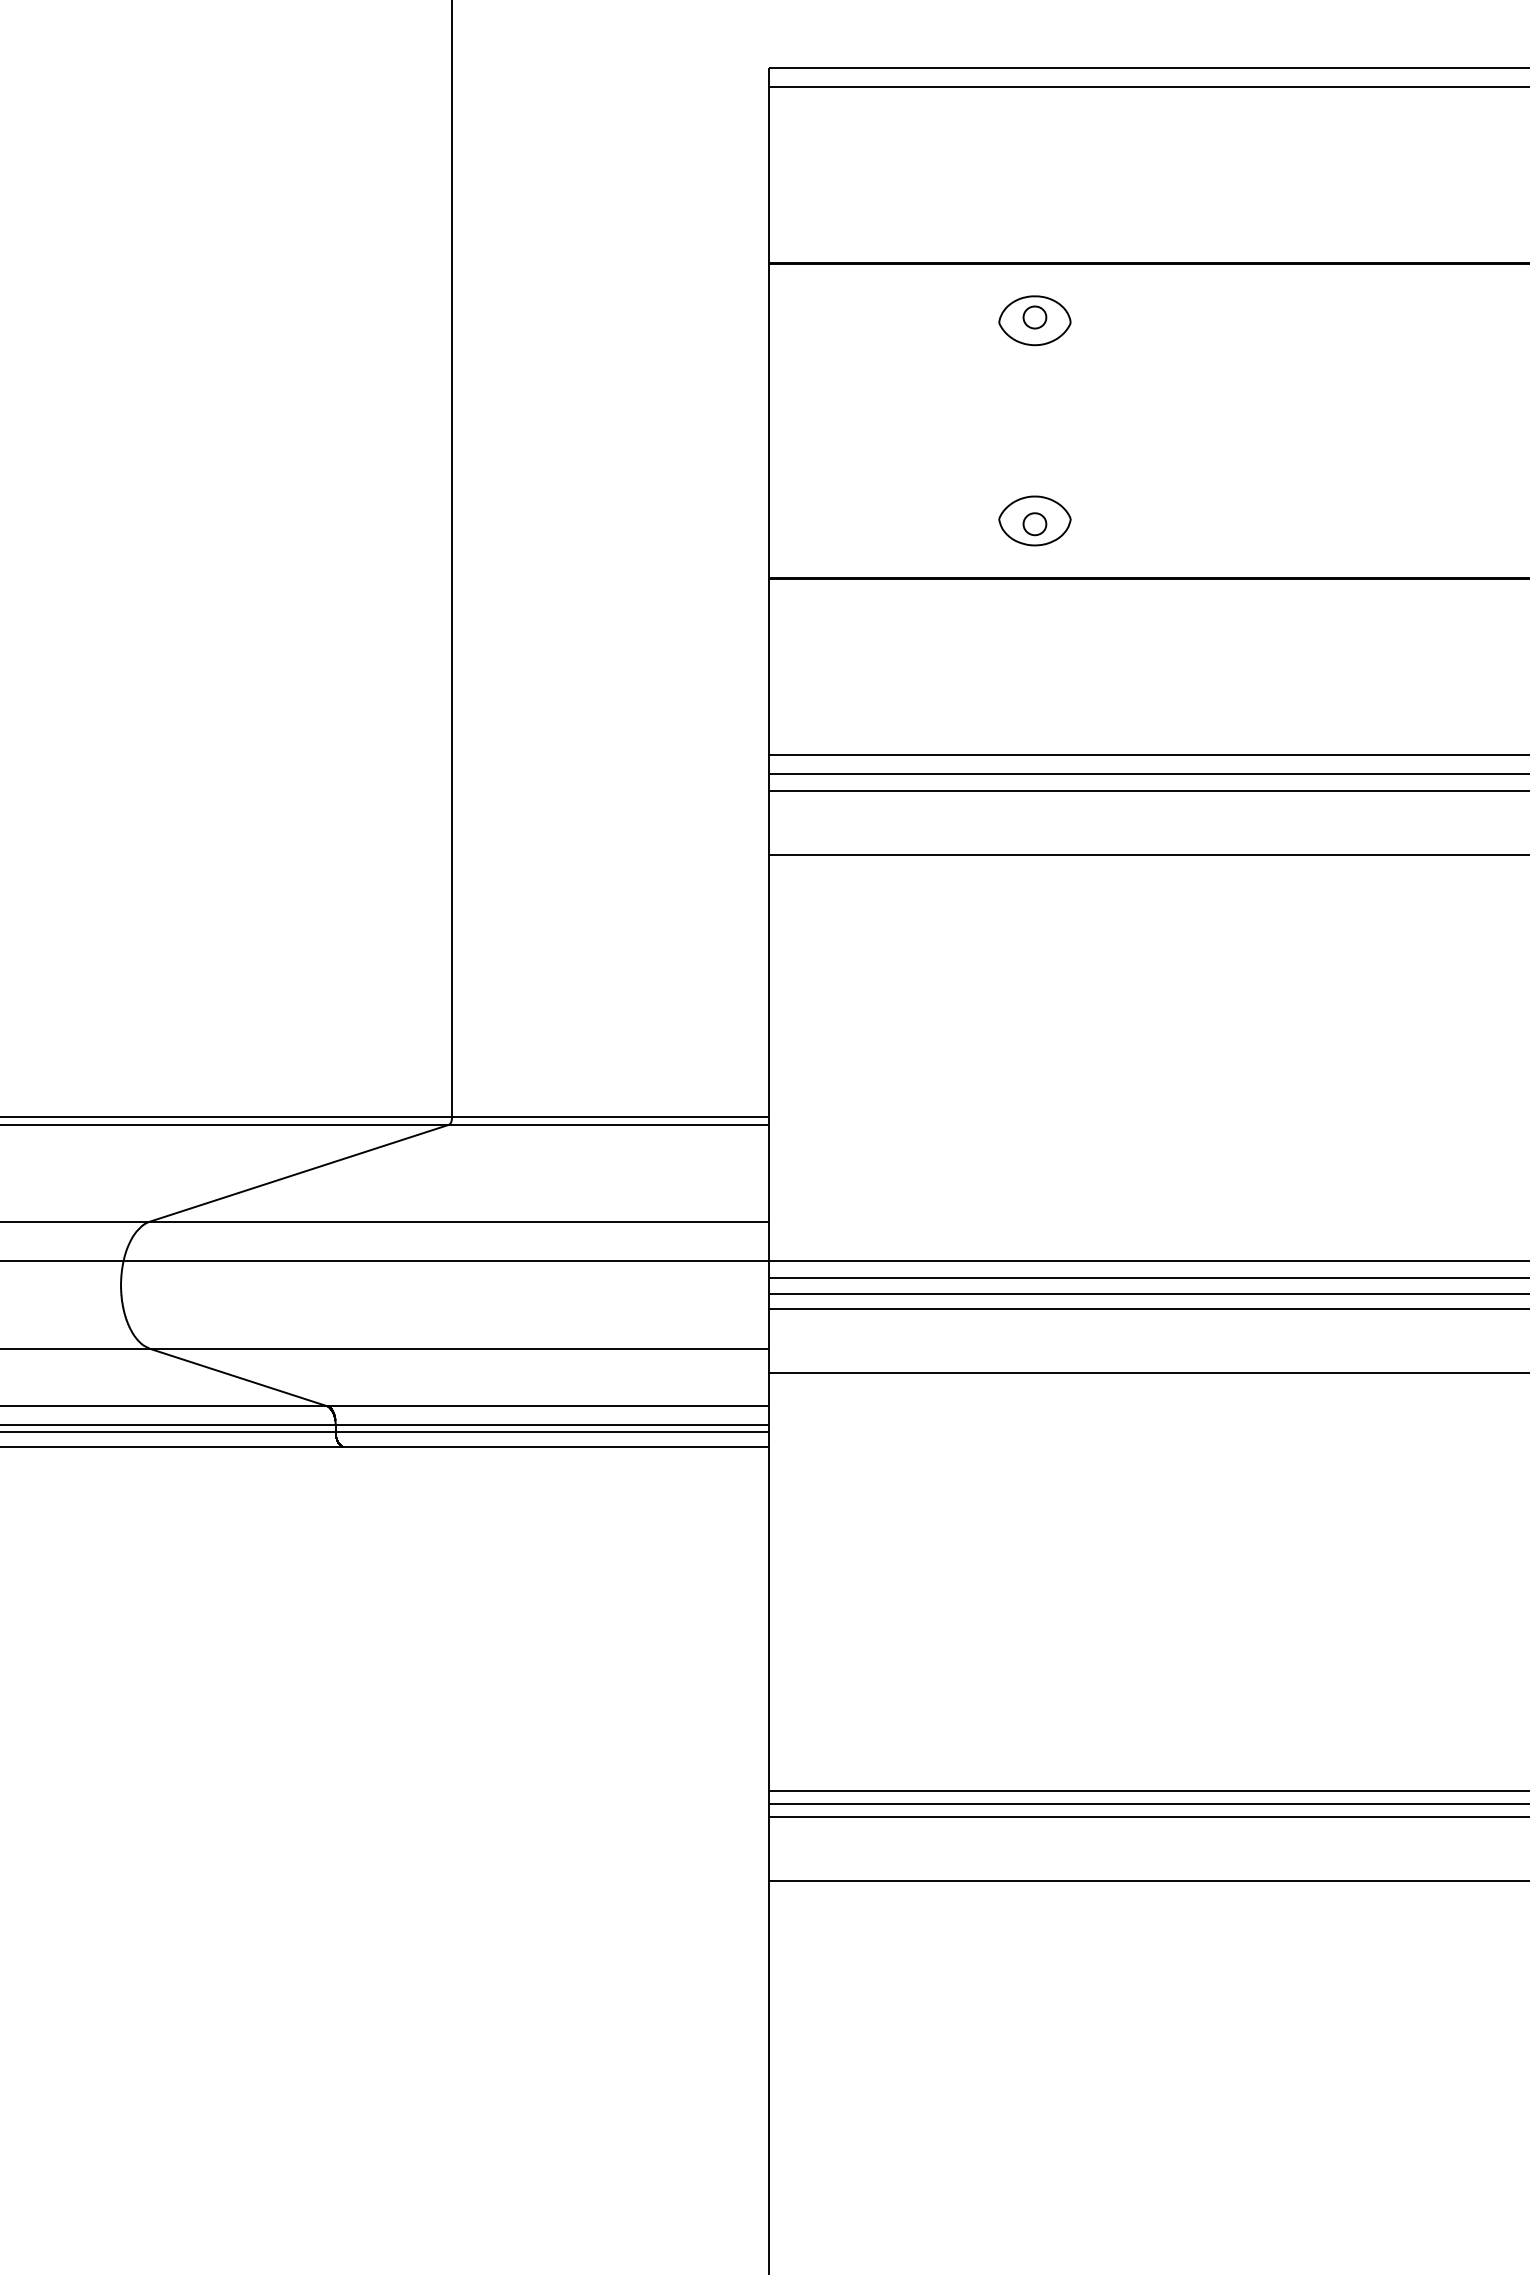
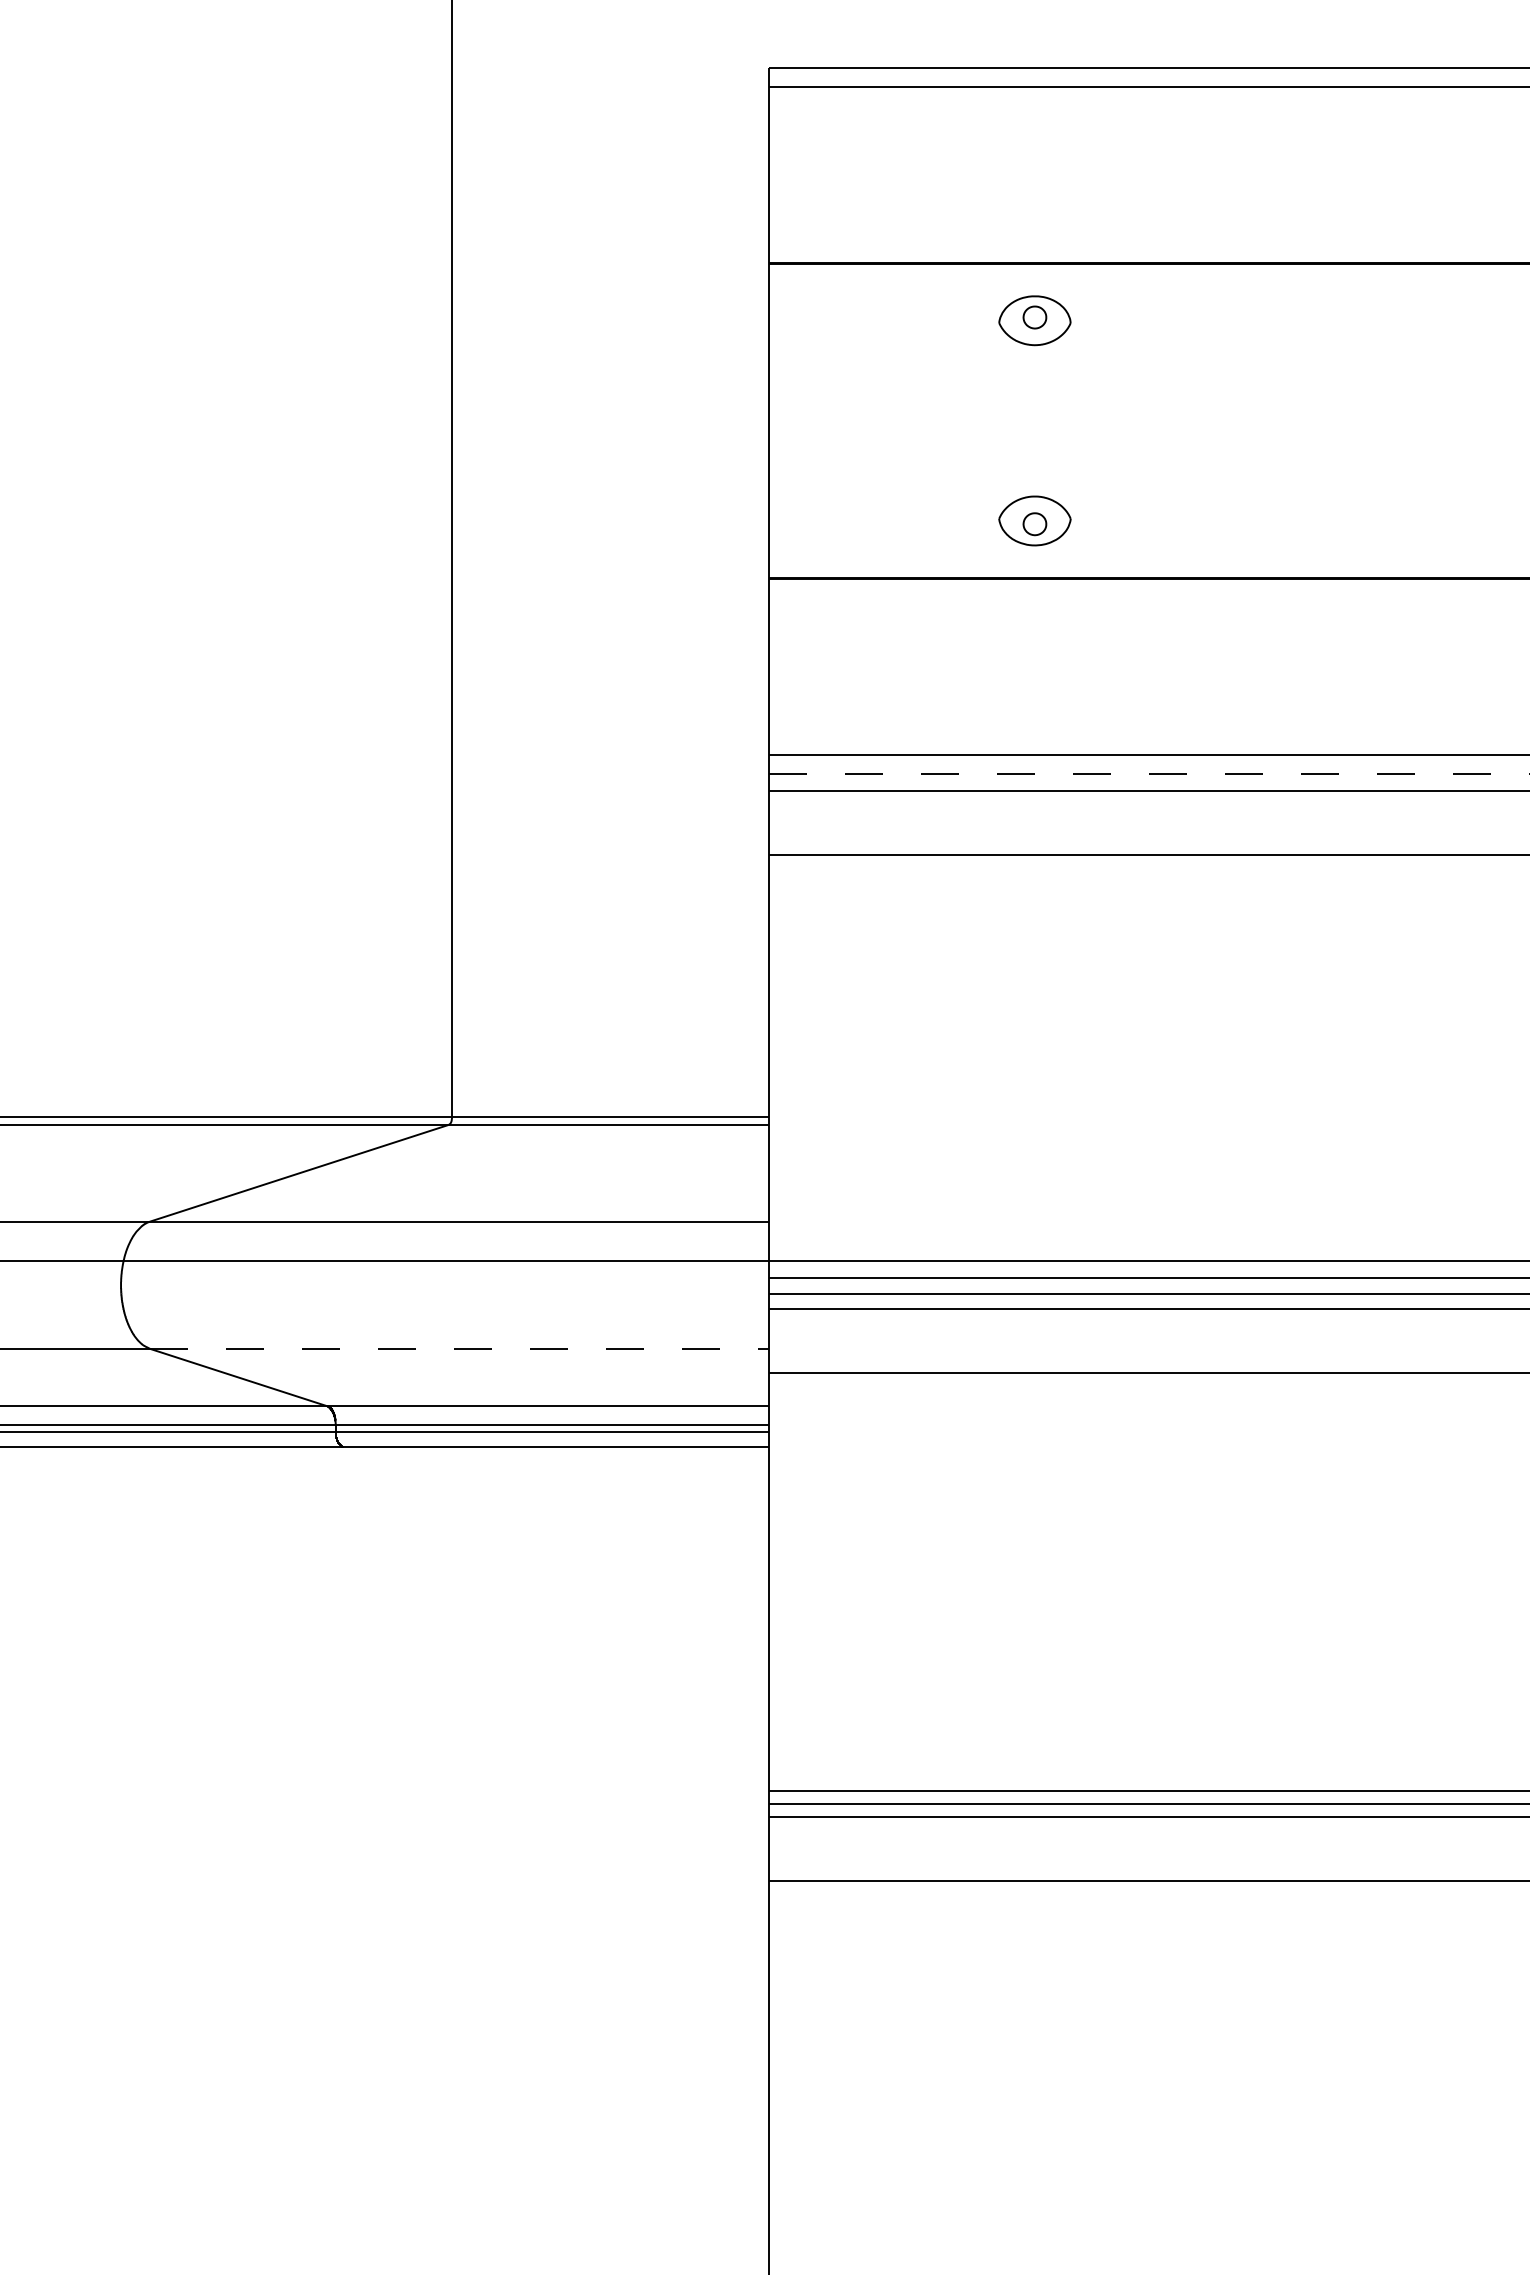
line at (1149, 773): solid -> dashed
line at (460, 1348): solid -> dashed
